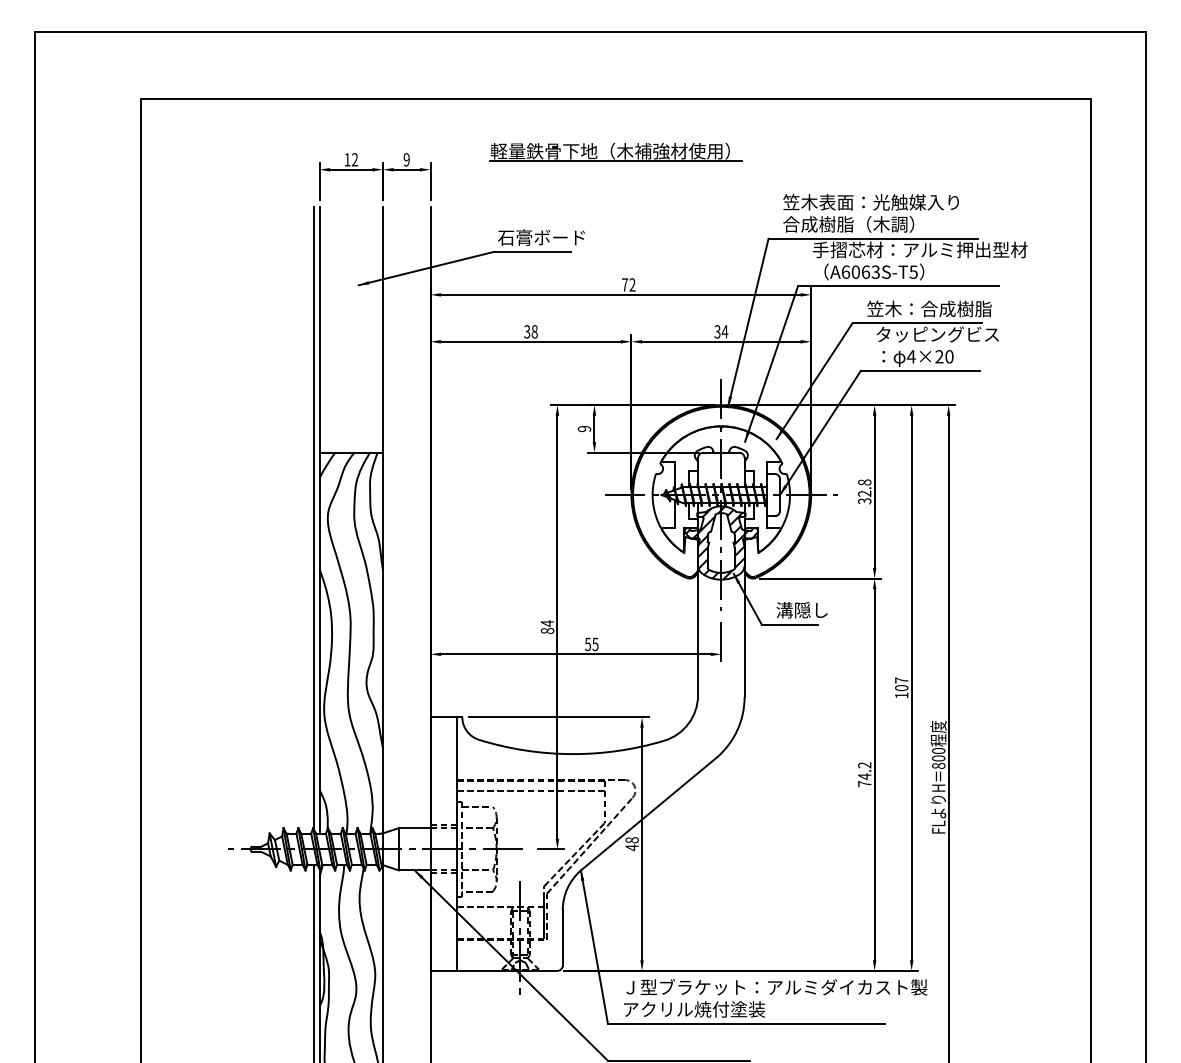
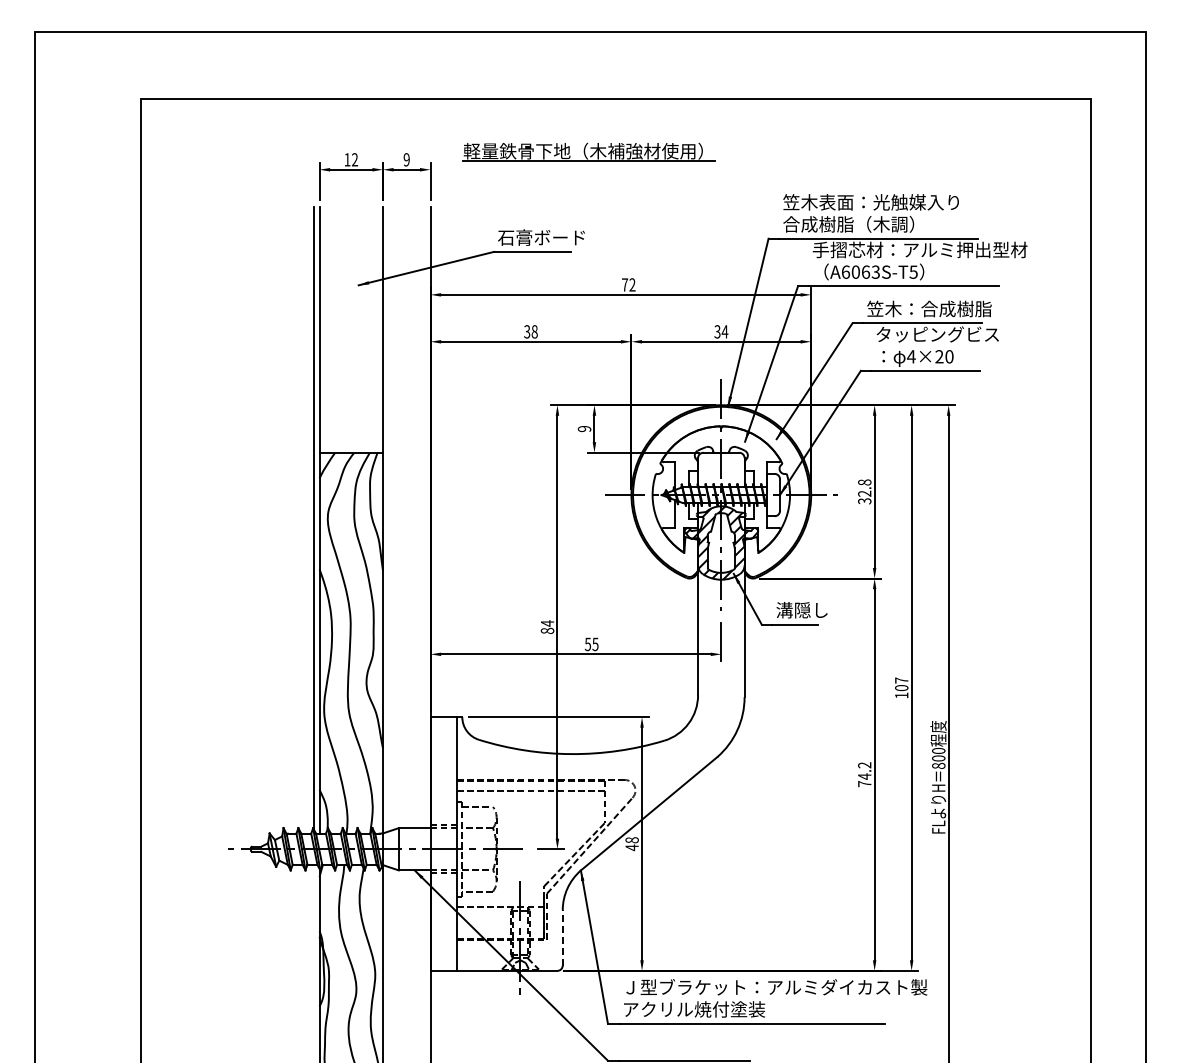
part at (615, 151) position: (615, 151) -> (588, 151)
line at (562, 937): solid -> dashed
line at (314, 961): present -> none
